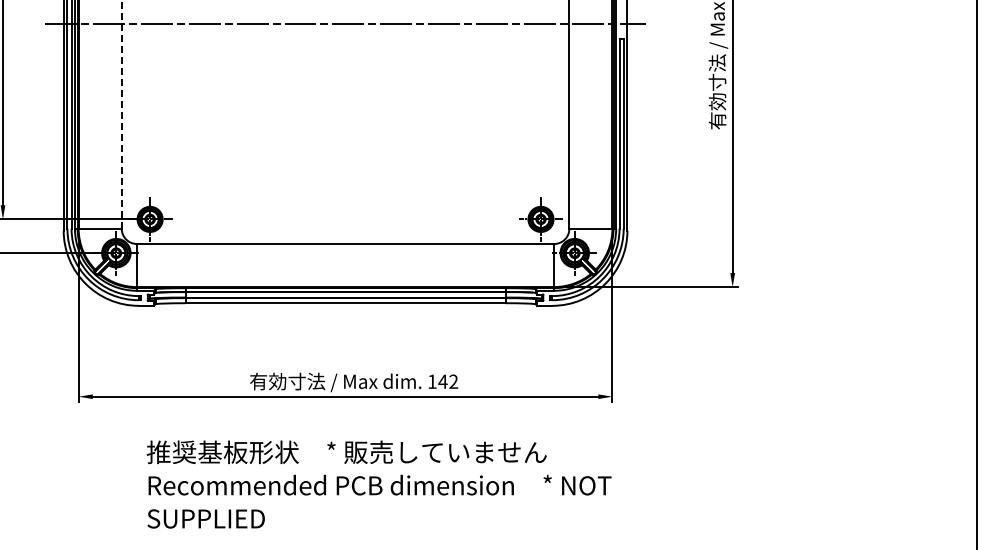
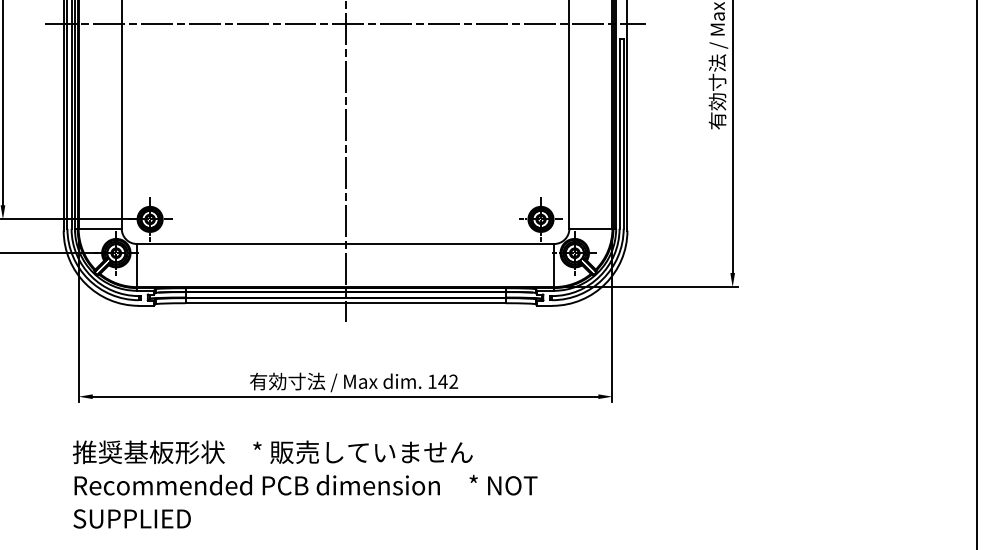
line at (121, 114): dashed -> solid
line at (345, 162): none -> present
text at (378, 484) position: (378, 484) -> (304, 484)
